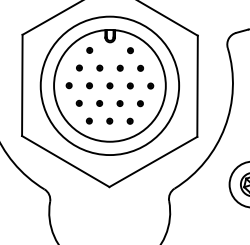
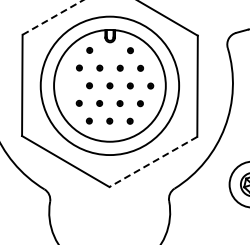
line at (52, 17): solid -> dashed
part at (68, 85): present -> none
line at (153, 161): solid -> dashed
